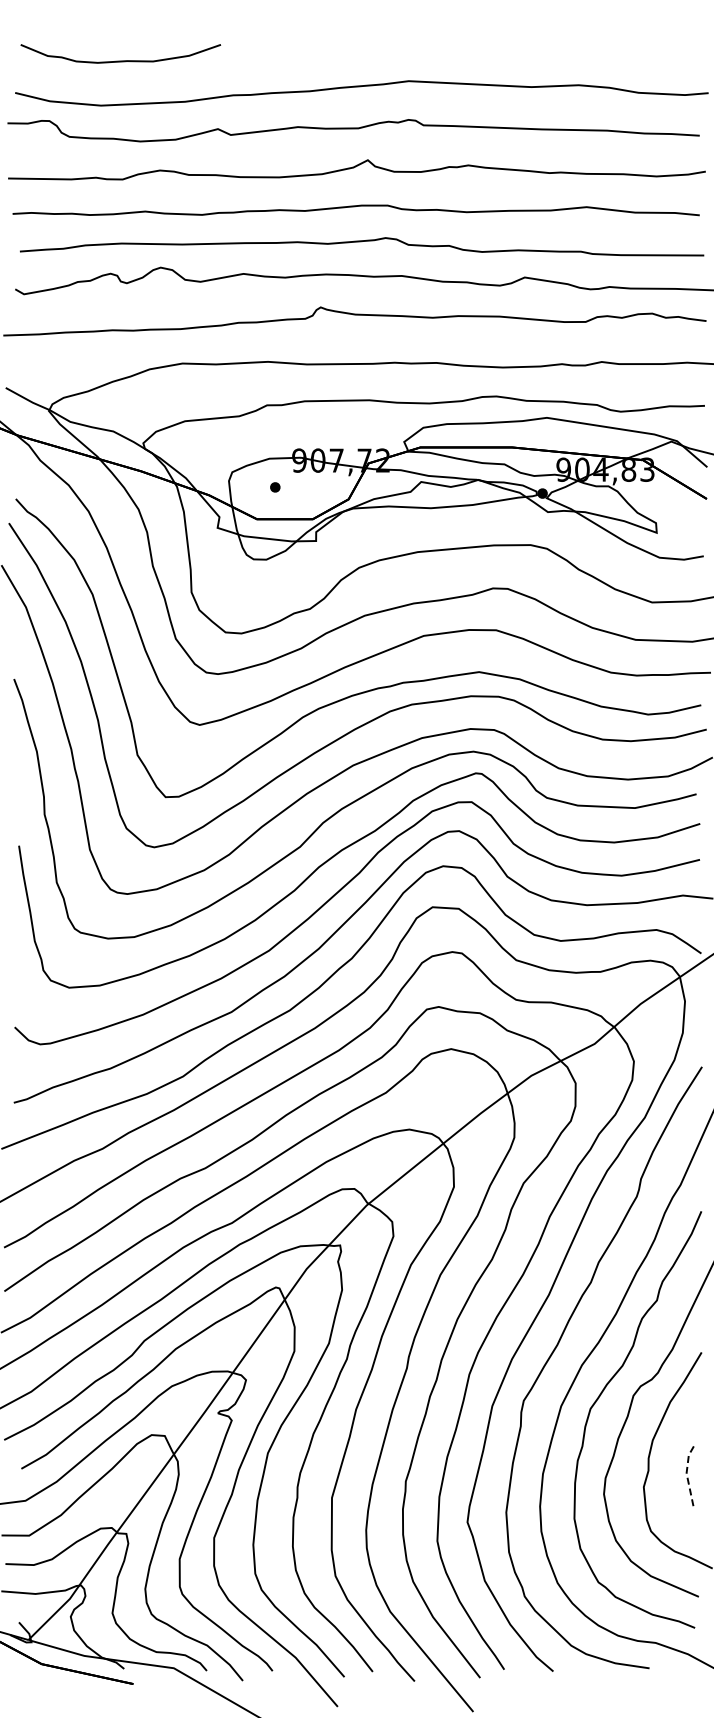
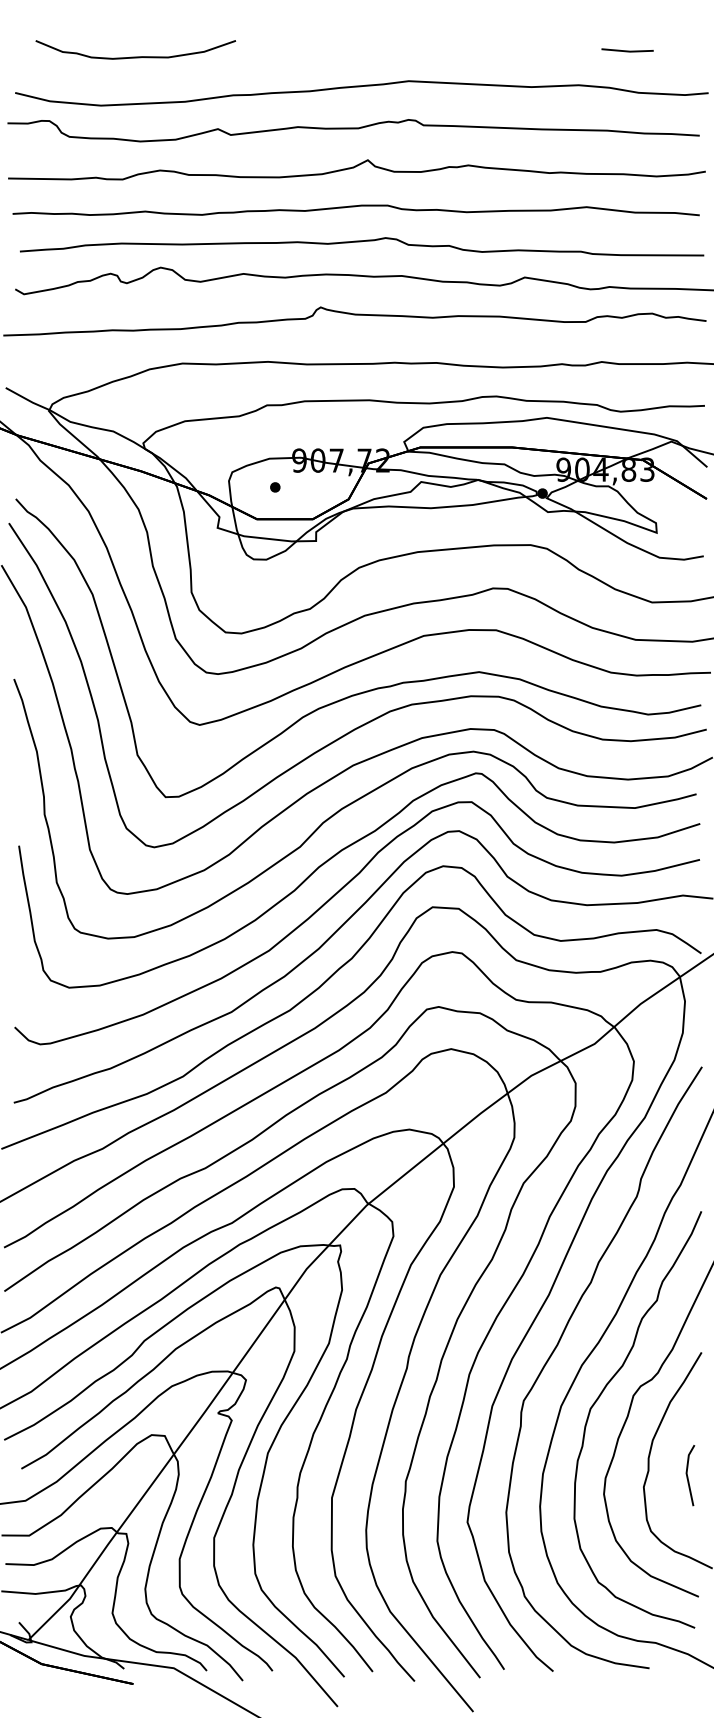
line at (627, 50): none -> present
curve at (120, 60) position: (120, 60) -> (135, 56)
line at (686, 1473): dashed -> solid
